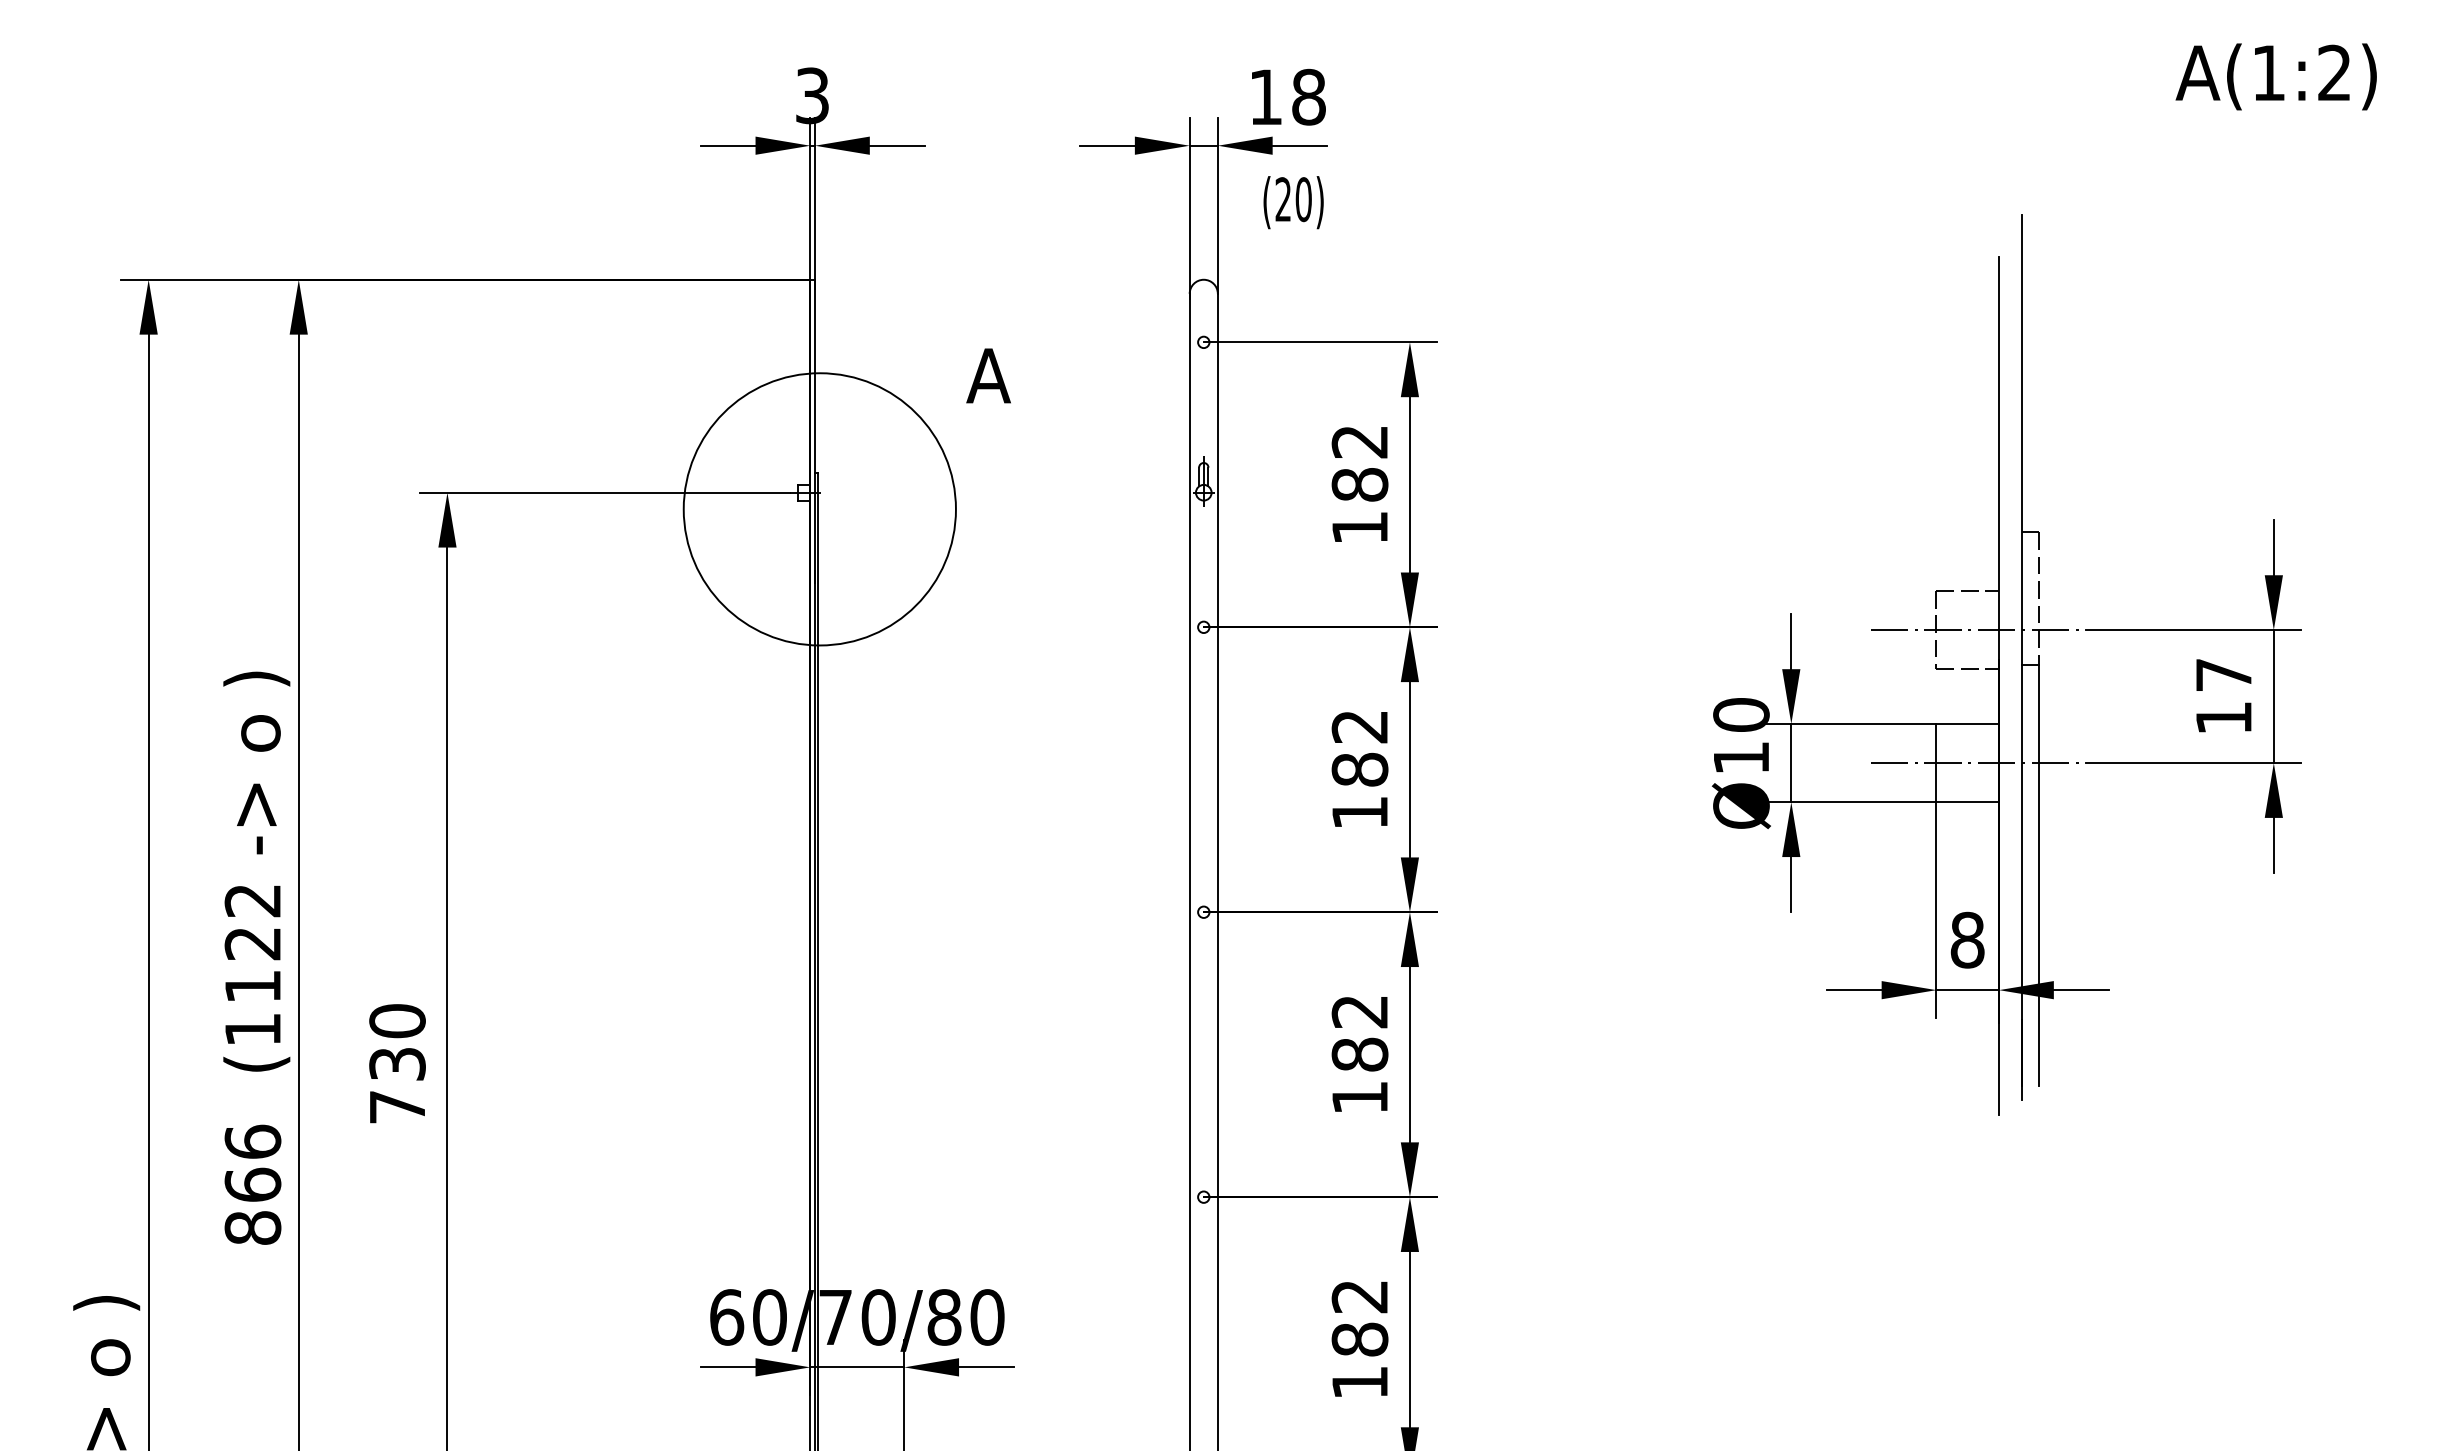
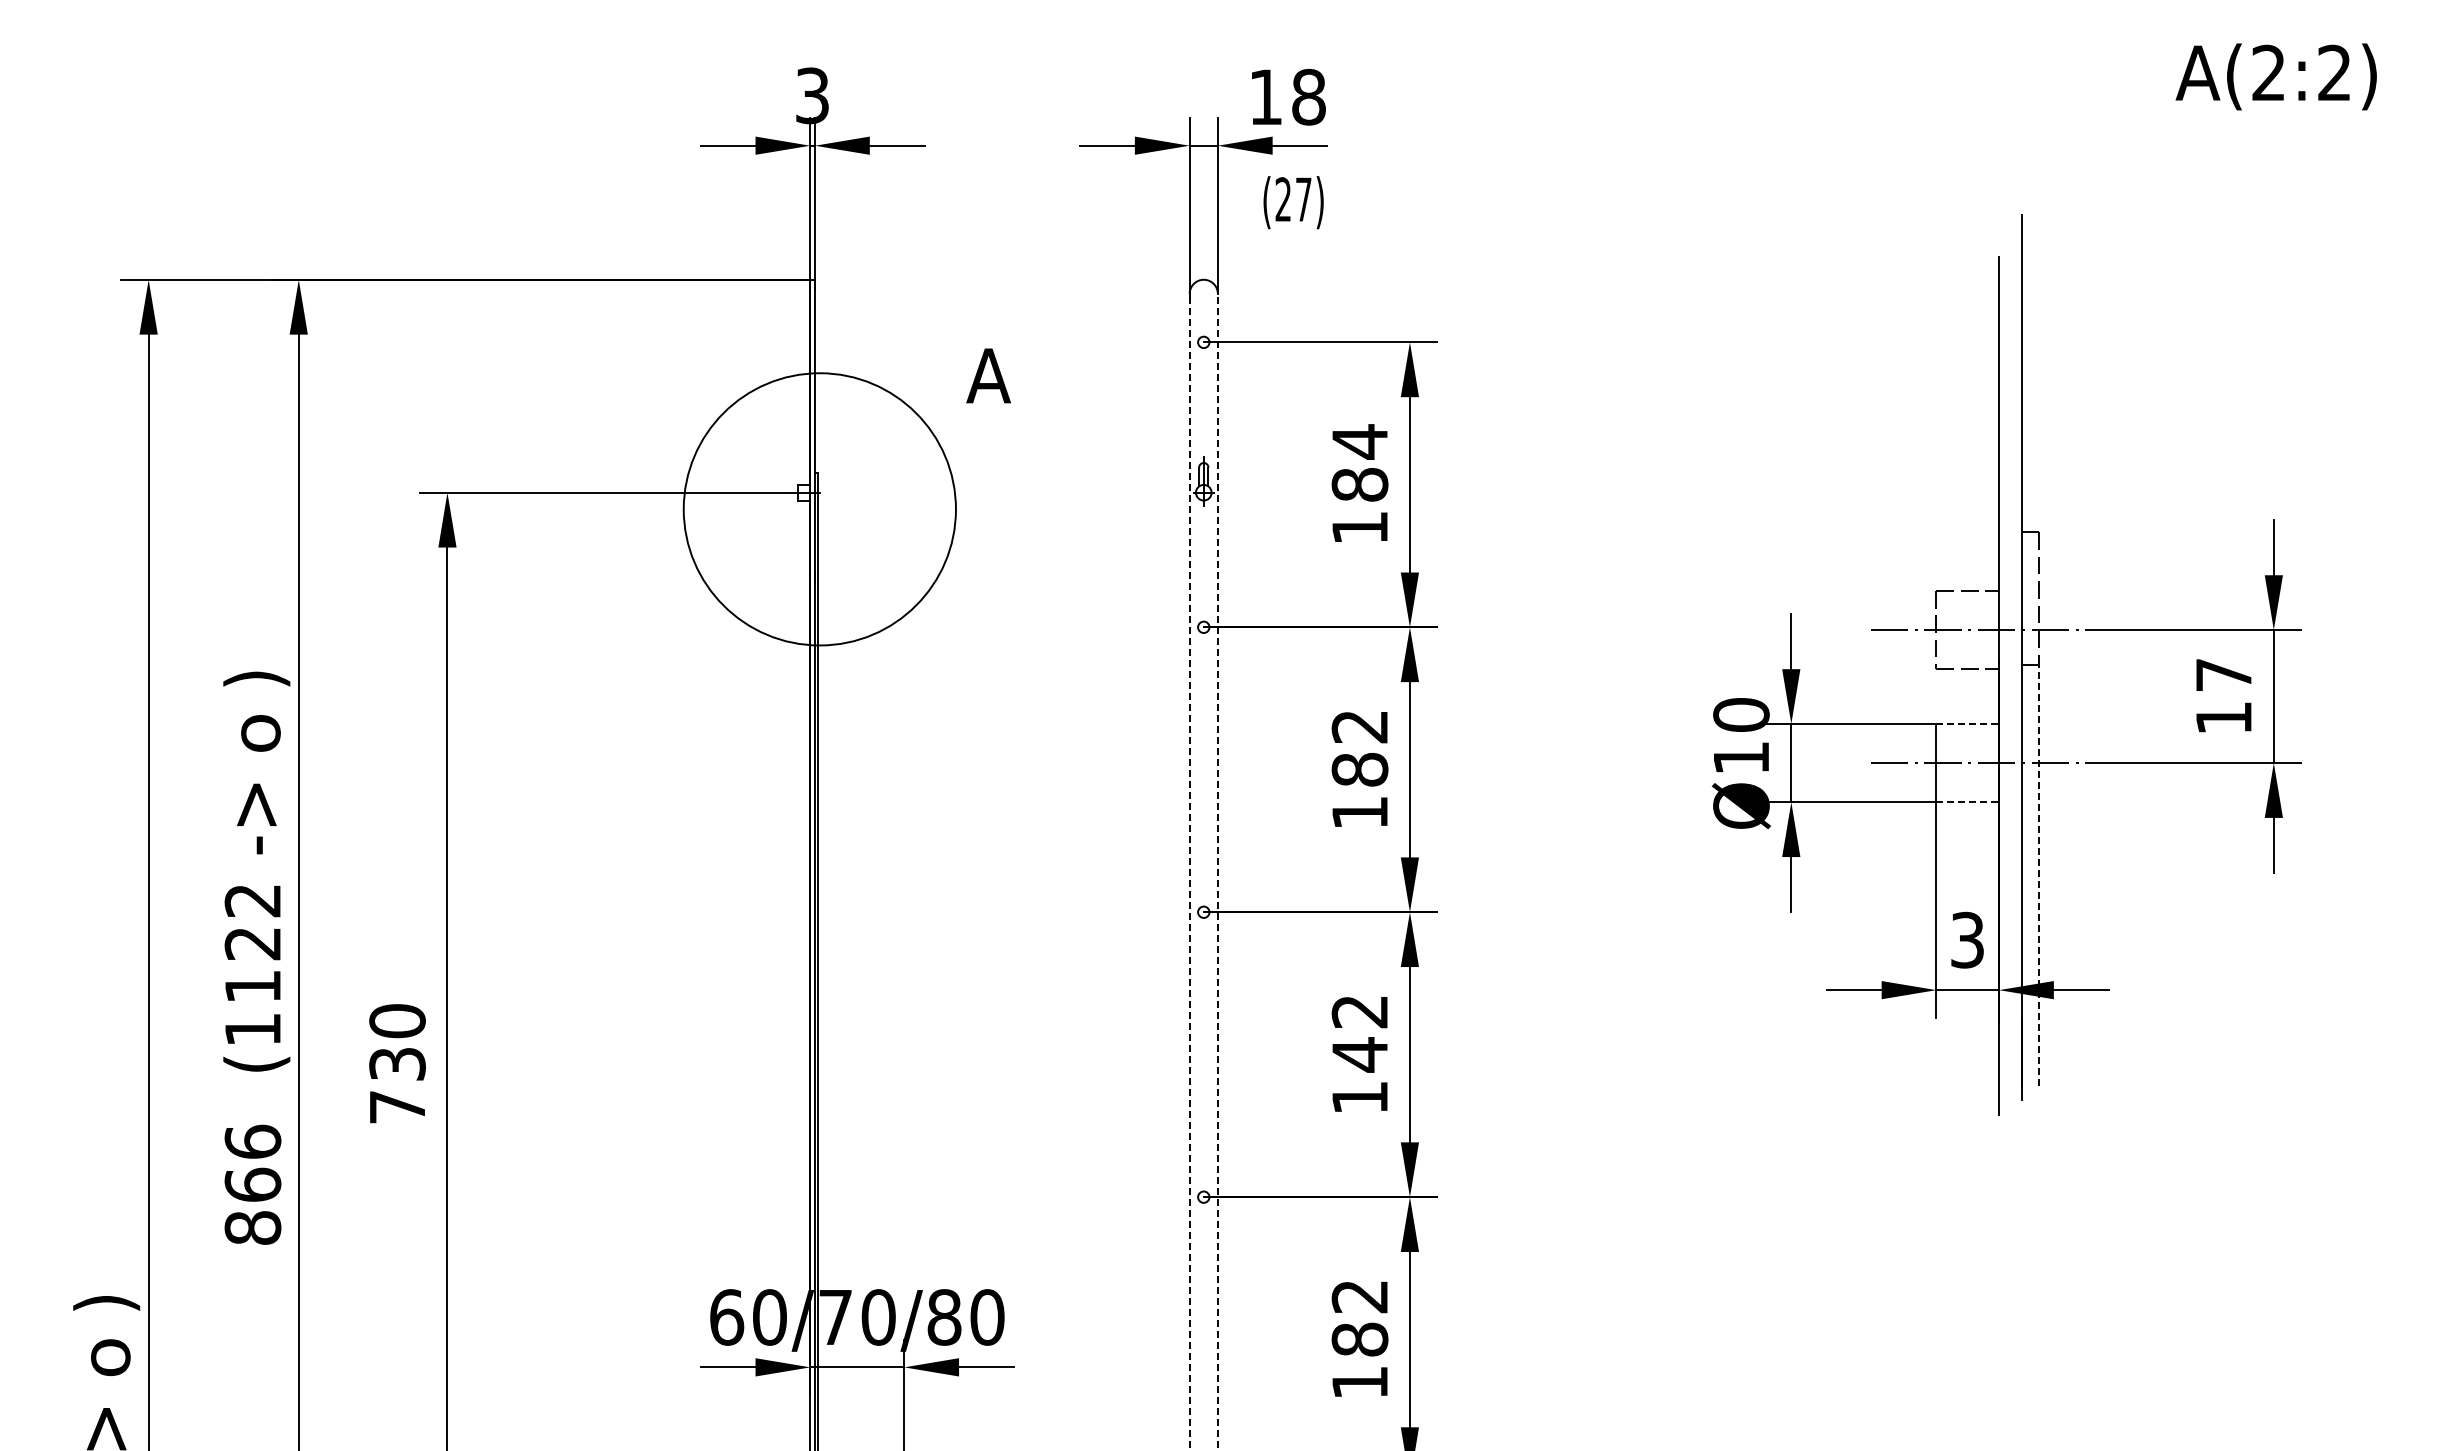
text at (2268, 72): A(1:2) -> A(2:2)
text at (1303, 199): (20) -> (27)
text at (1359, 441): 182 -> 184
line at (1968, 724): solid -> dashed
line at (1968, 802): solid -> dashed
line at (1189, 871): solid -> dashed
line at (1217, 871): solid -> dashed
line at (2039, 874): solid -> dashed
text at (1967, 940): 8 -> 3
text at (1359, 1054): 182 -> 142
